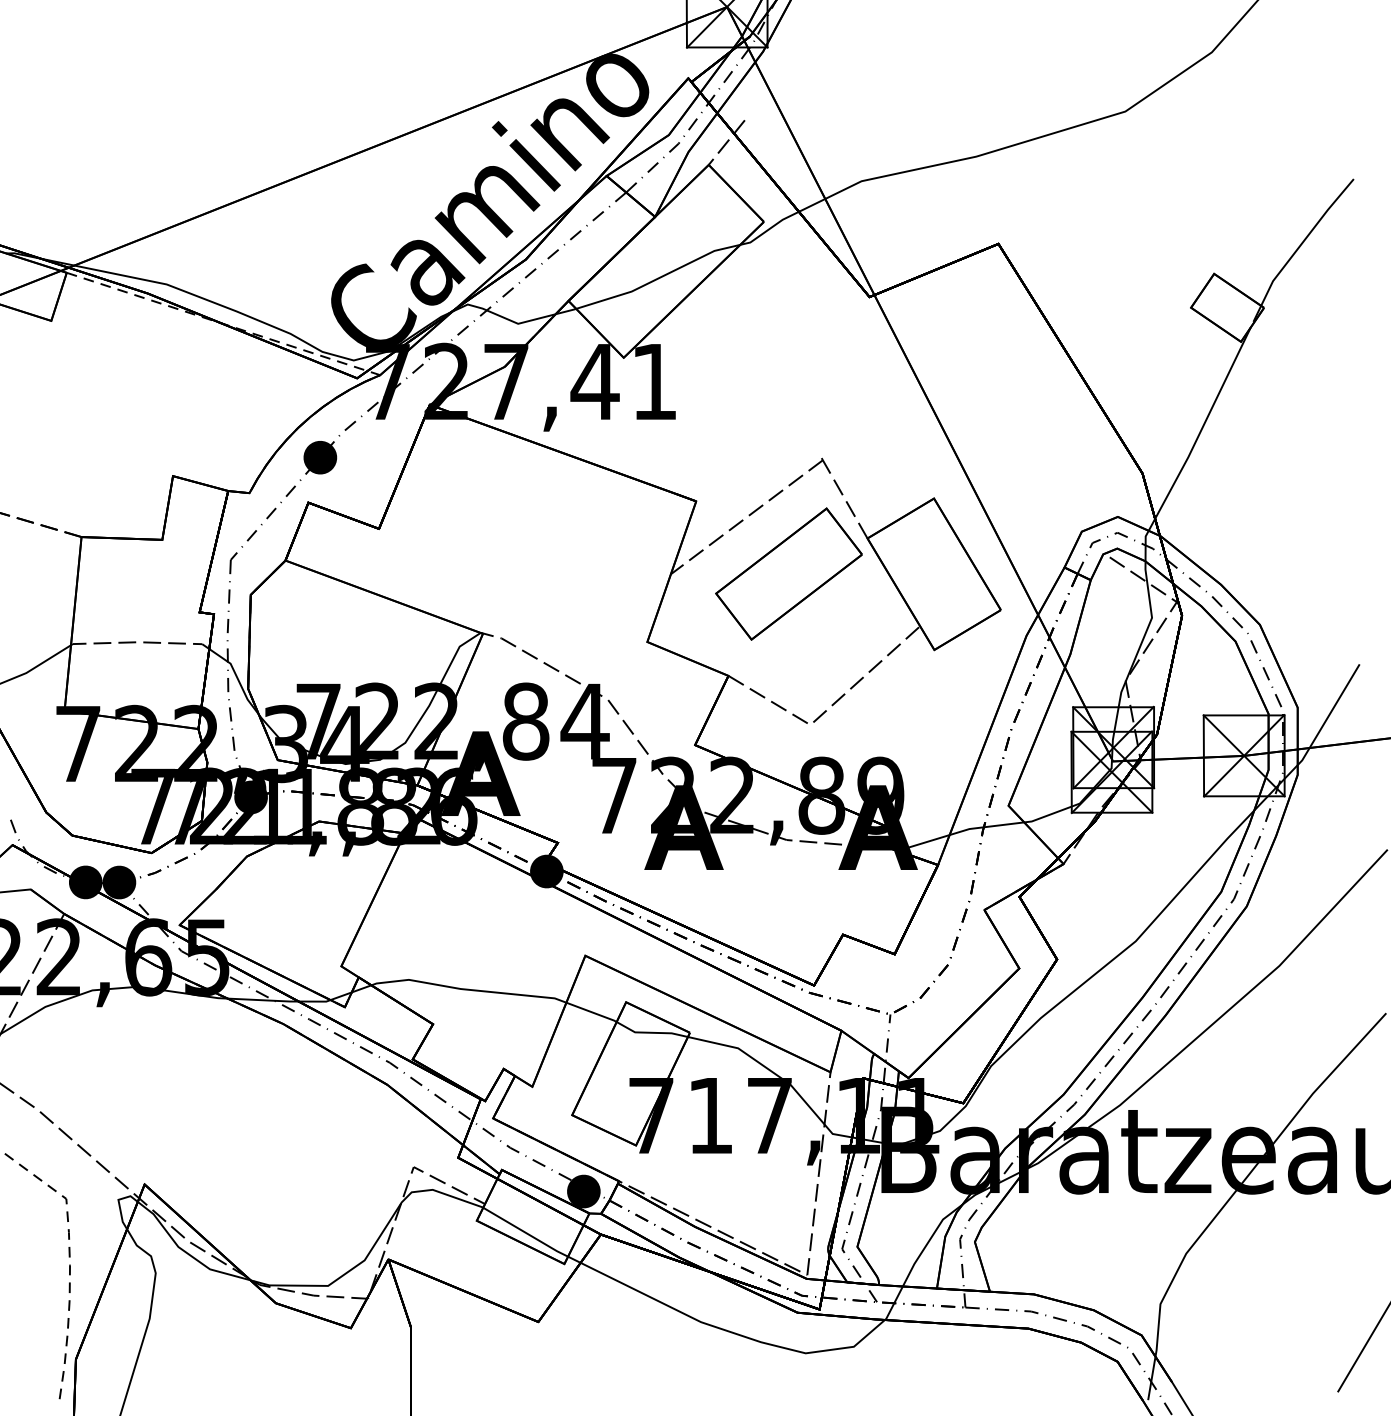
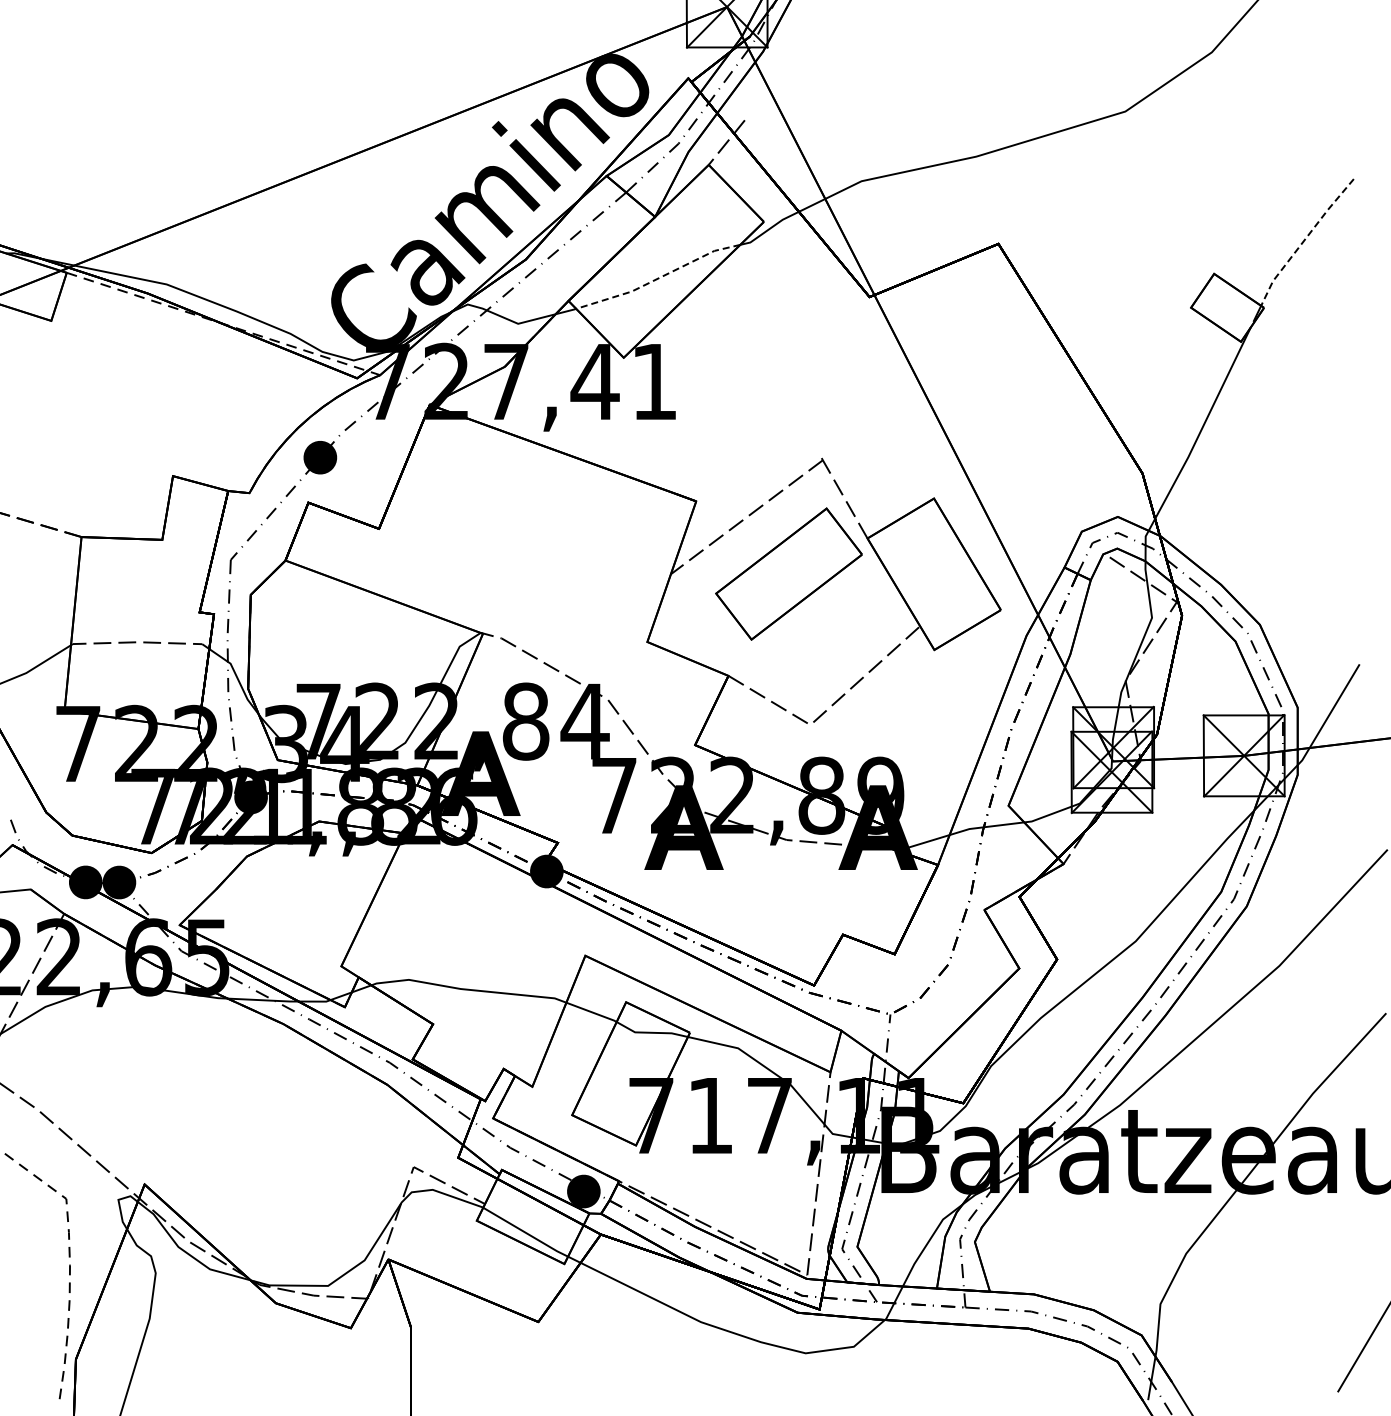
line at (1304, 240): solid -> dashed
line at (658, 278): solid -> dashed
